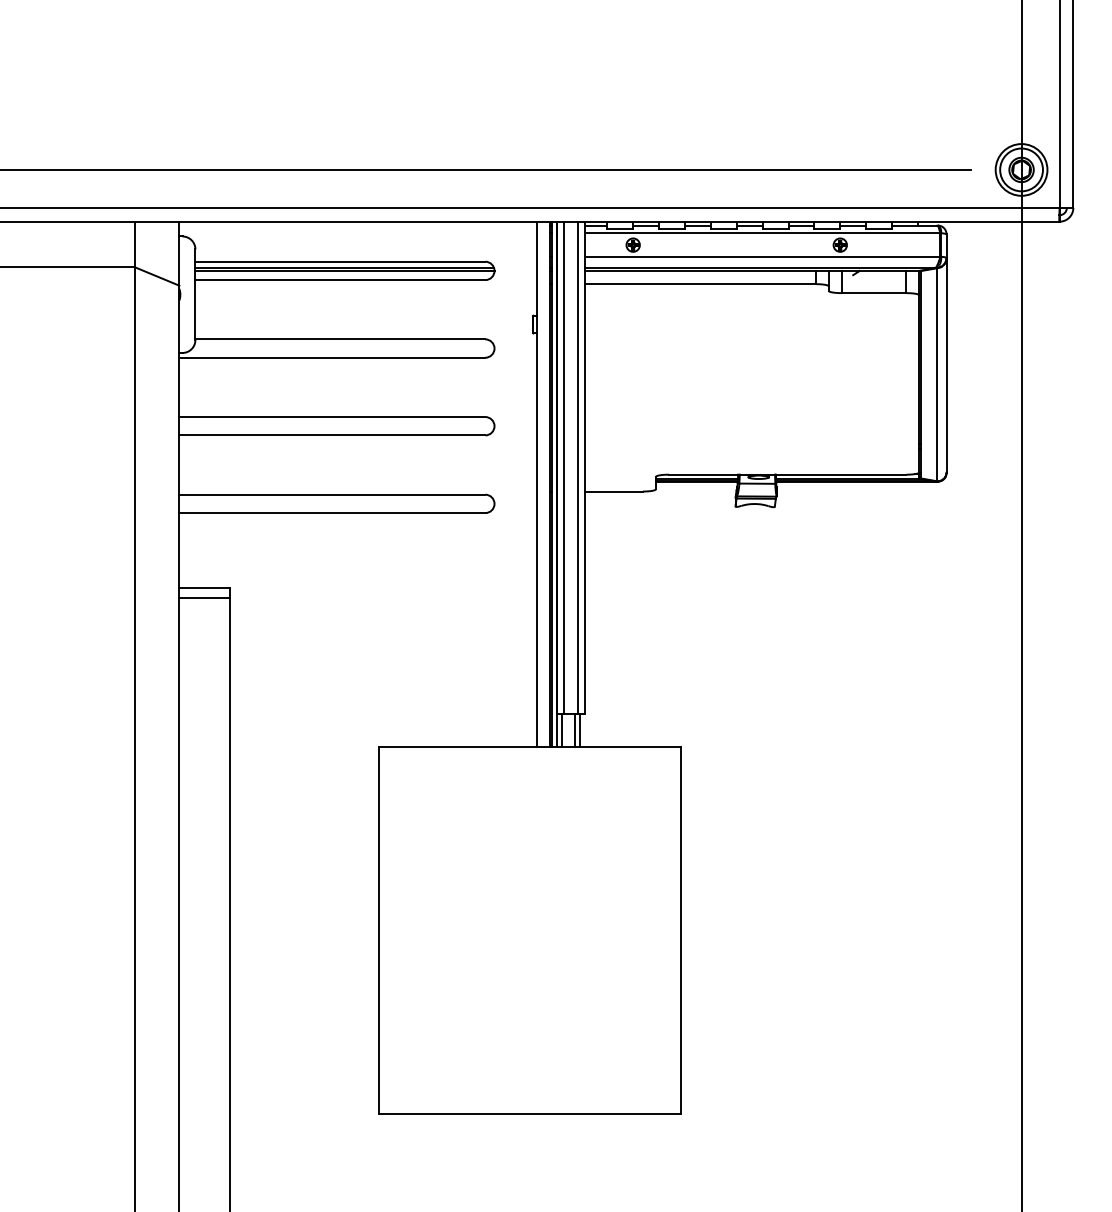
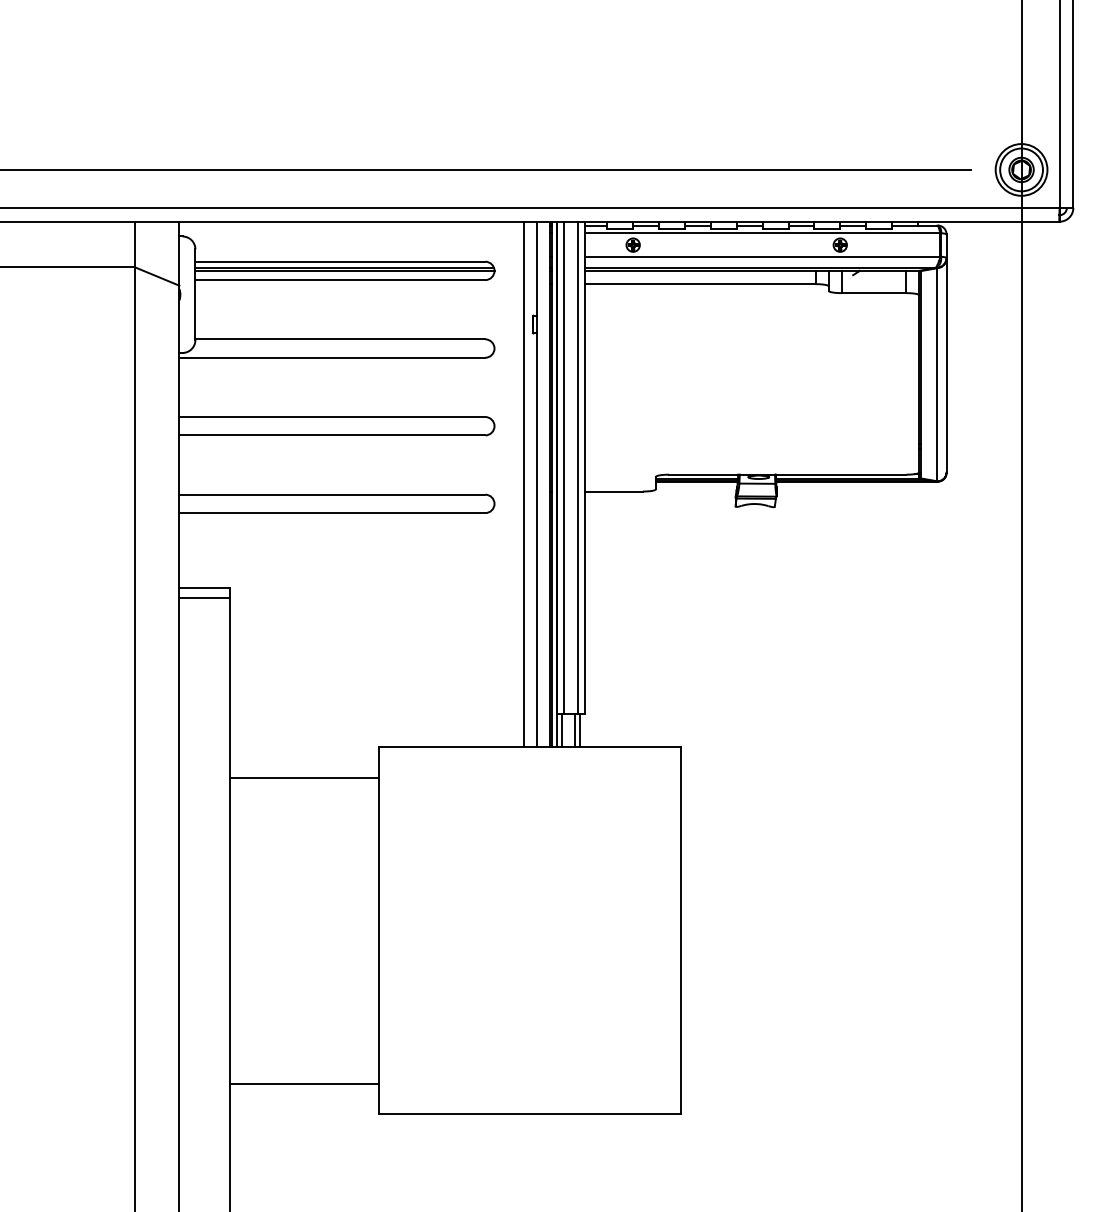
line at (524, 483): none -> present
line at (304, 777): none -> present
line at (304, 1083): none -> present
